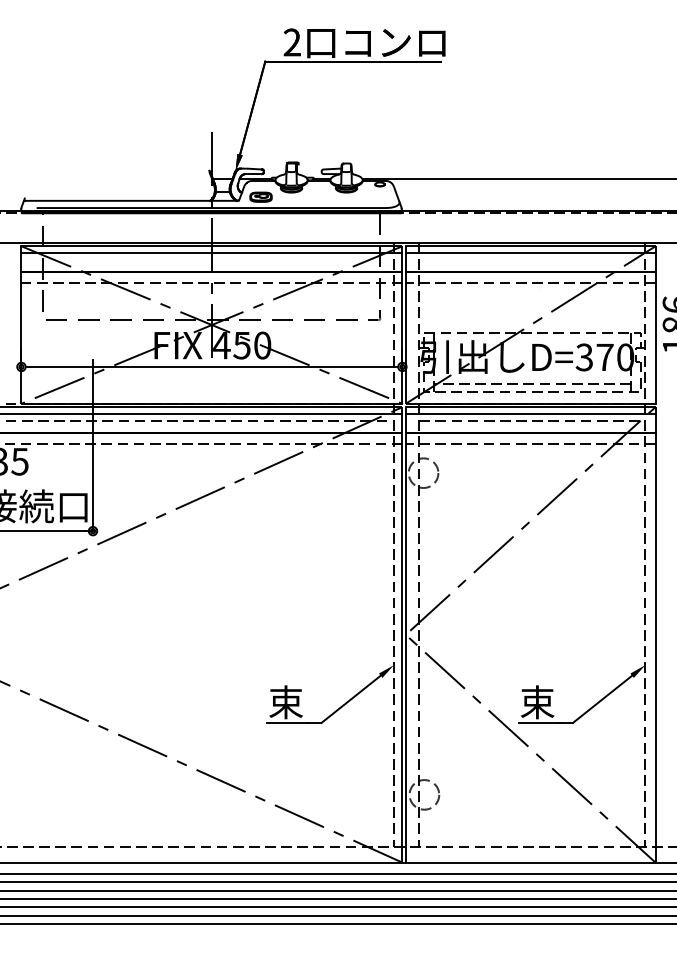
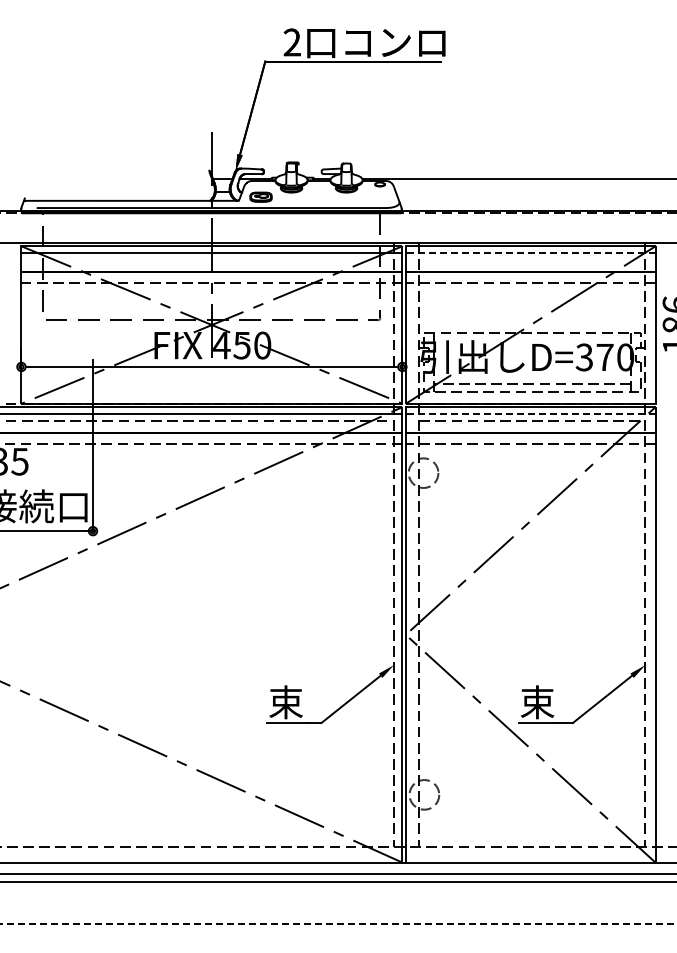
line at (530, 253): solid -> dashed
line at (530, 413): solid -> dashed
line at (337, 890): present -> none
line at (337, 899): present -> none
line at (337, 907): present -> none
line at (337, 915): present -> none
line at (338, 924): solid -> dashed
